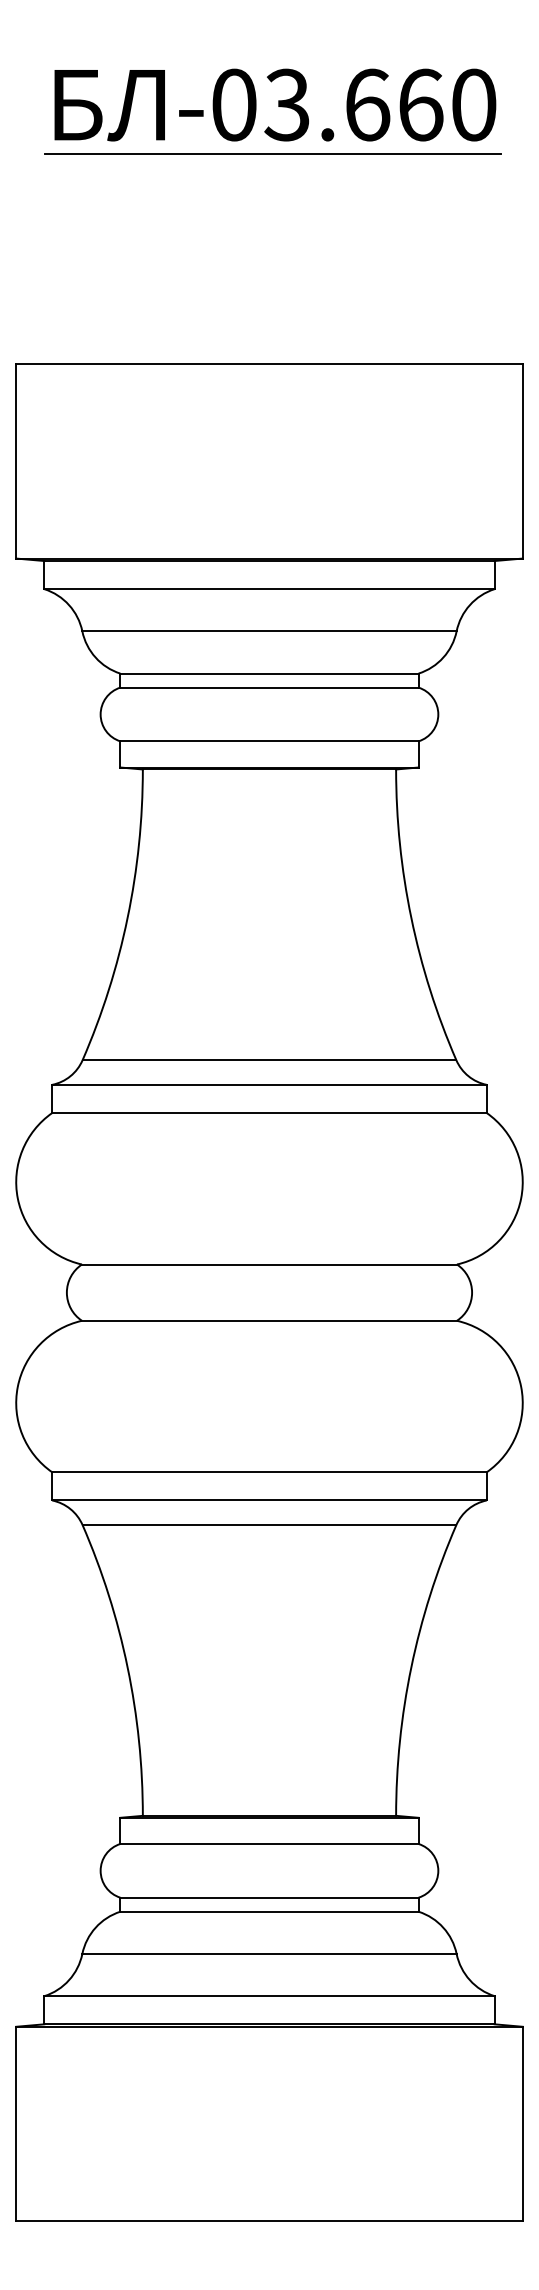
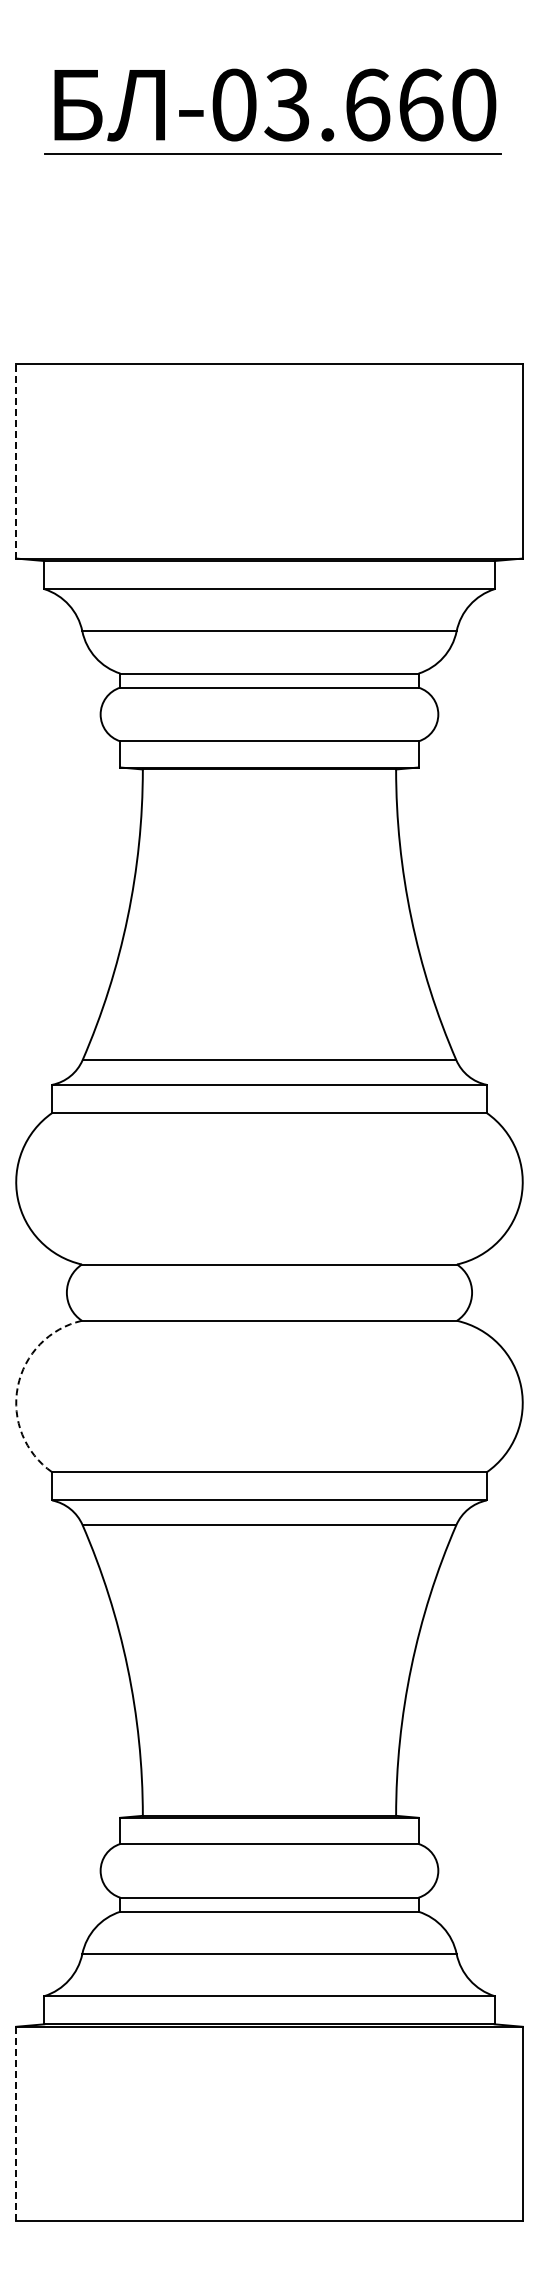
line at (16, 460): solid -> dashed
arc at (17, 1386): solid -> dashed
line at (16, 2123): solid -> dashed
